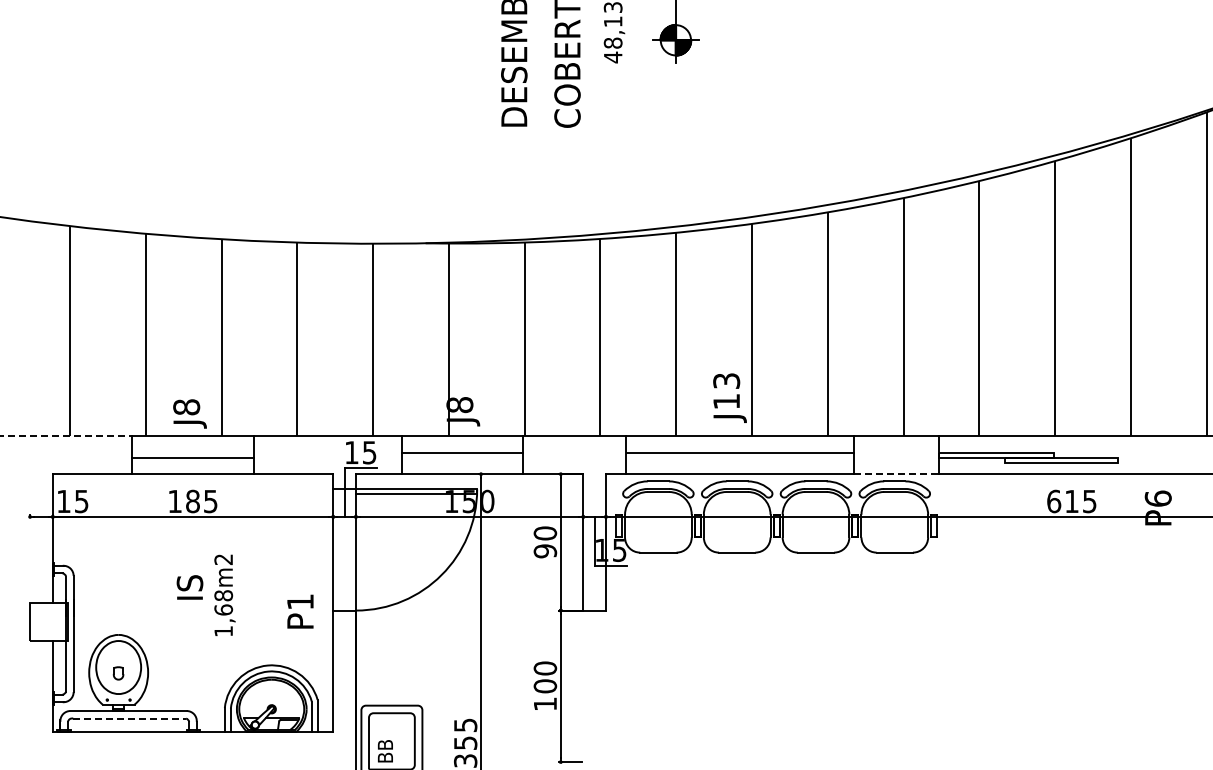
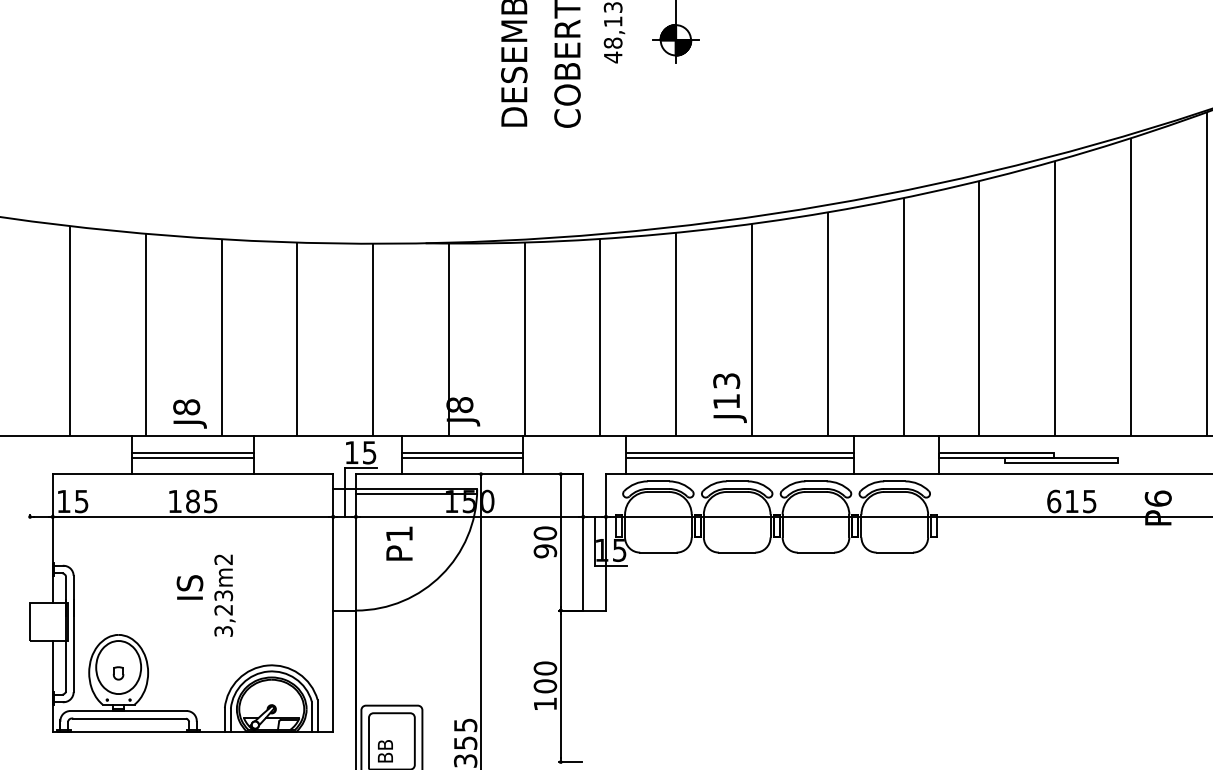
line at (66, 436): dashed -> solid
line at (192, 452): none -> present
line at (461, 457): none -> present
line at (740, 457): none -> present
line at (896, 474): dashed -> solid
text at (300, 611) position: (300, 611) -> (399, 543)
text at (223, 613): 1,68m2 -> 3,23m2
line at (130, 718): dashed -> solid
